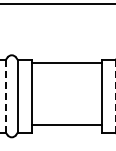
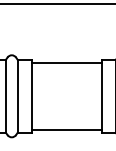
line at (115, 95): dashed -> solid
line at (5, 96): dashed -> solid
line at (66, 124) position: (66, 124) -> (66, 129)
